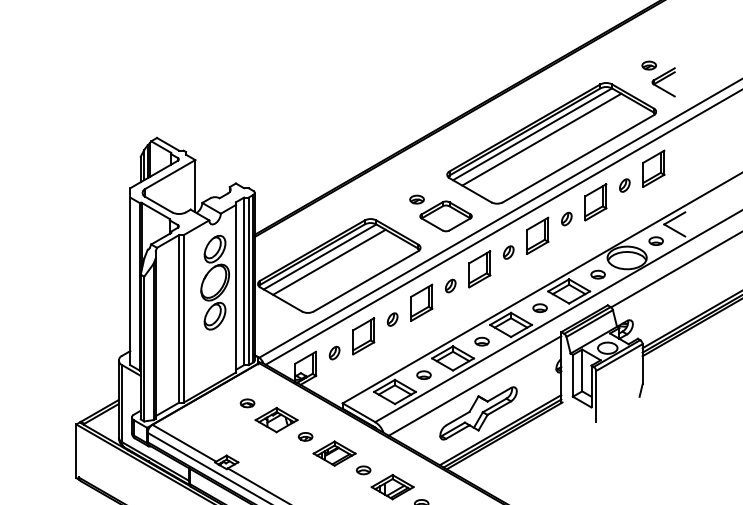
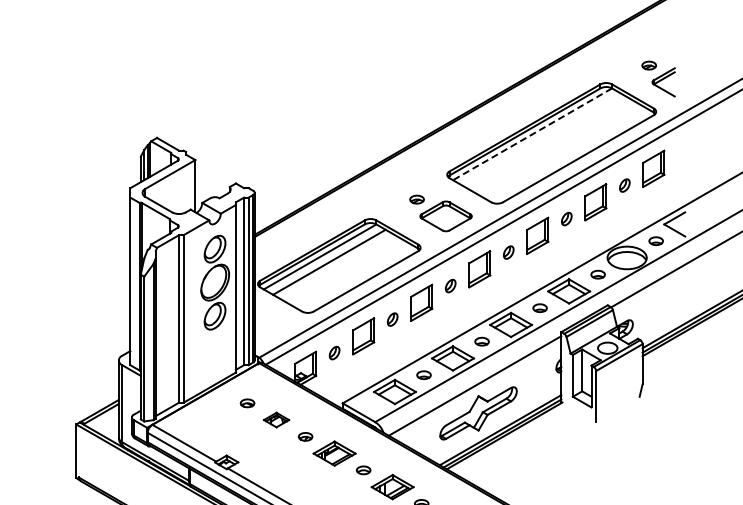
line at (532, 134): solid -> dashed
line at (541, 139): present -> none
part at (276, 419) size: 45x28 px -> 28x18 px
